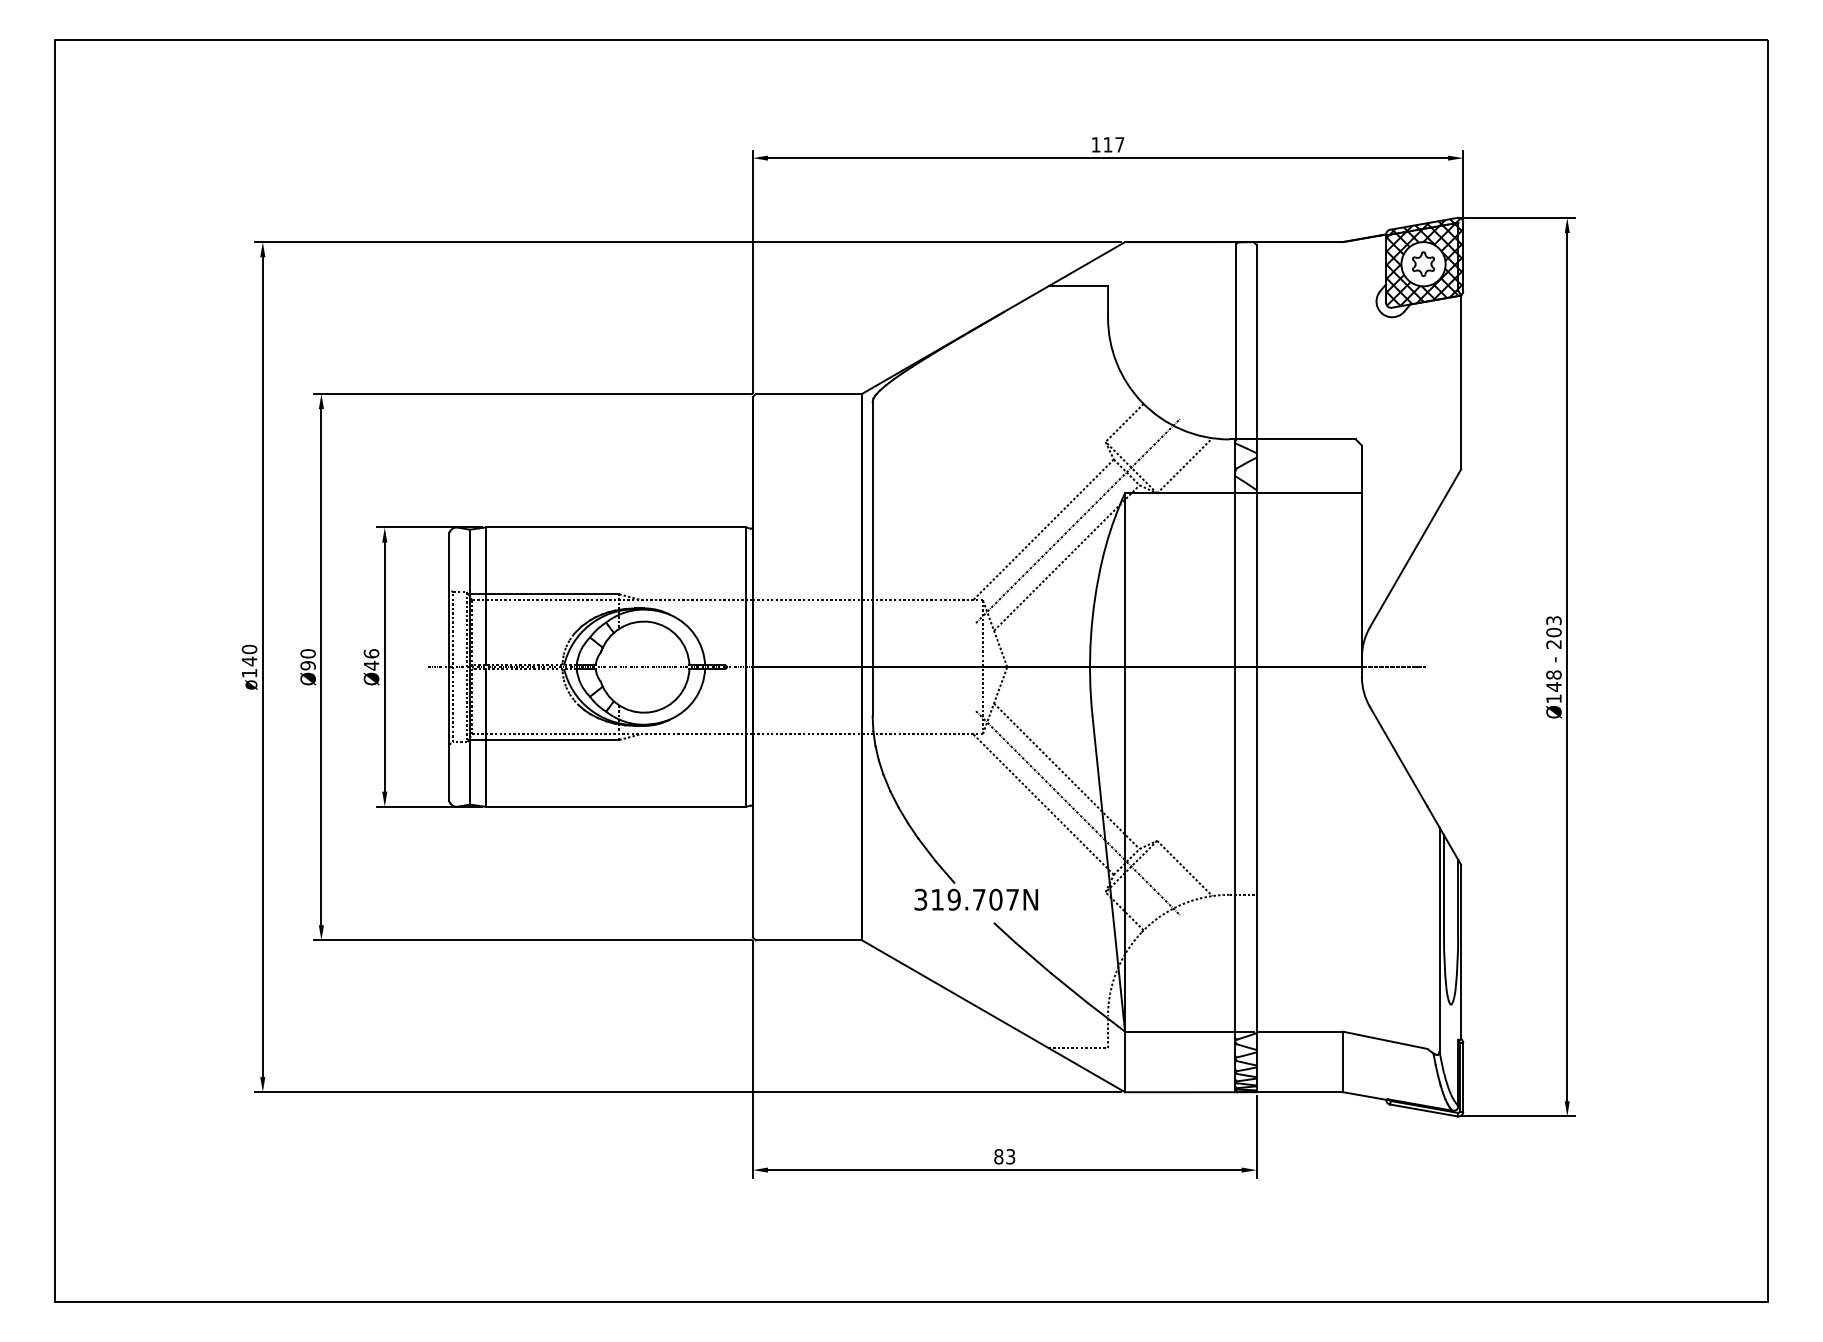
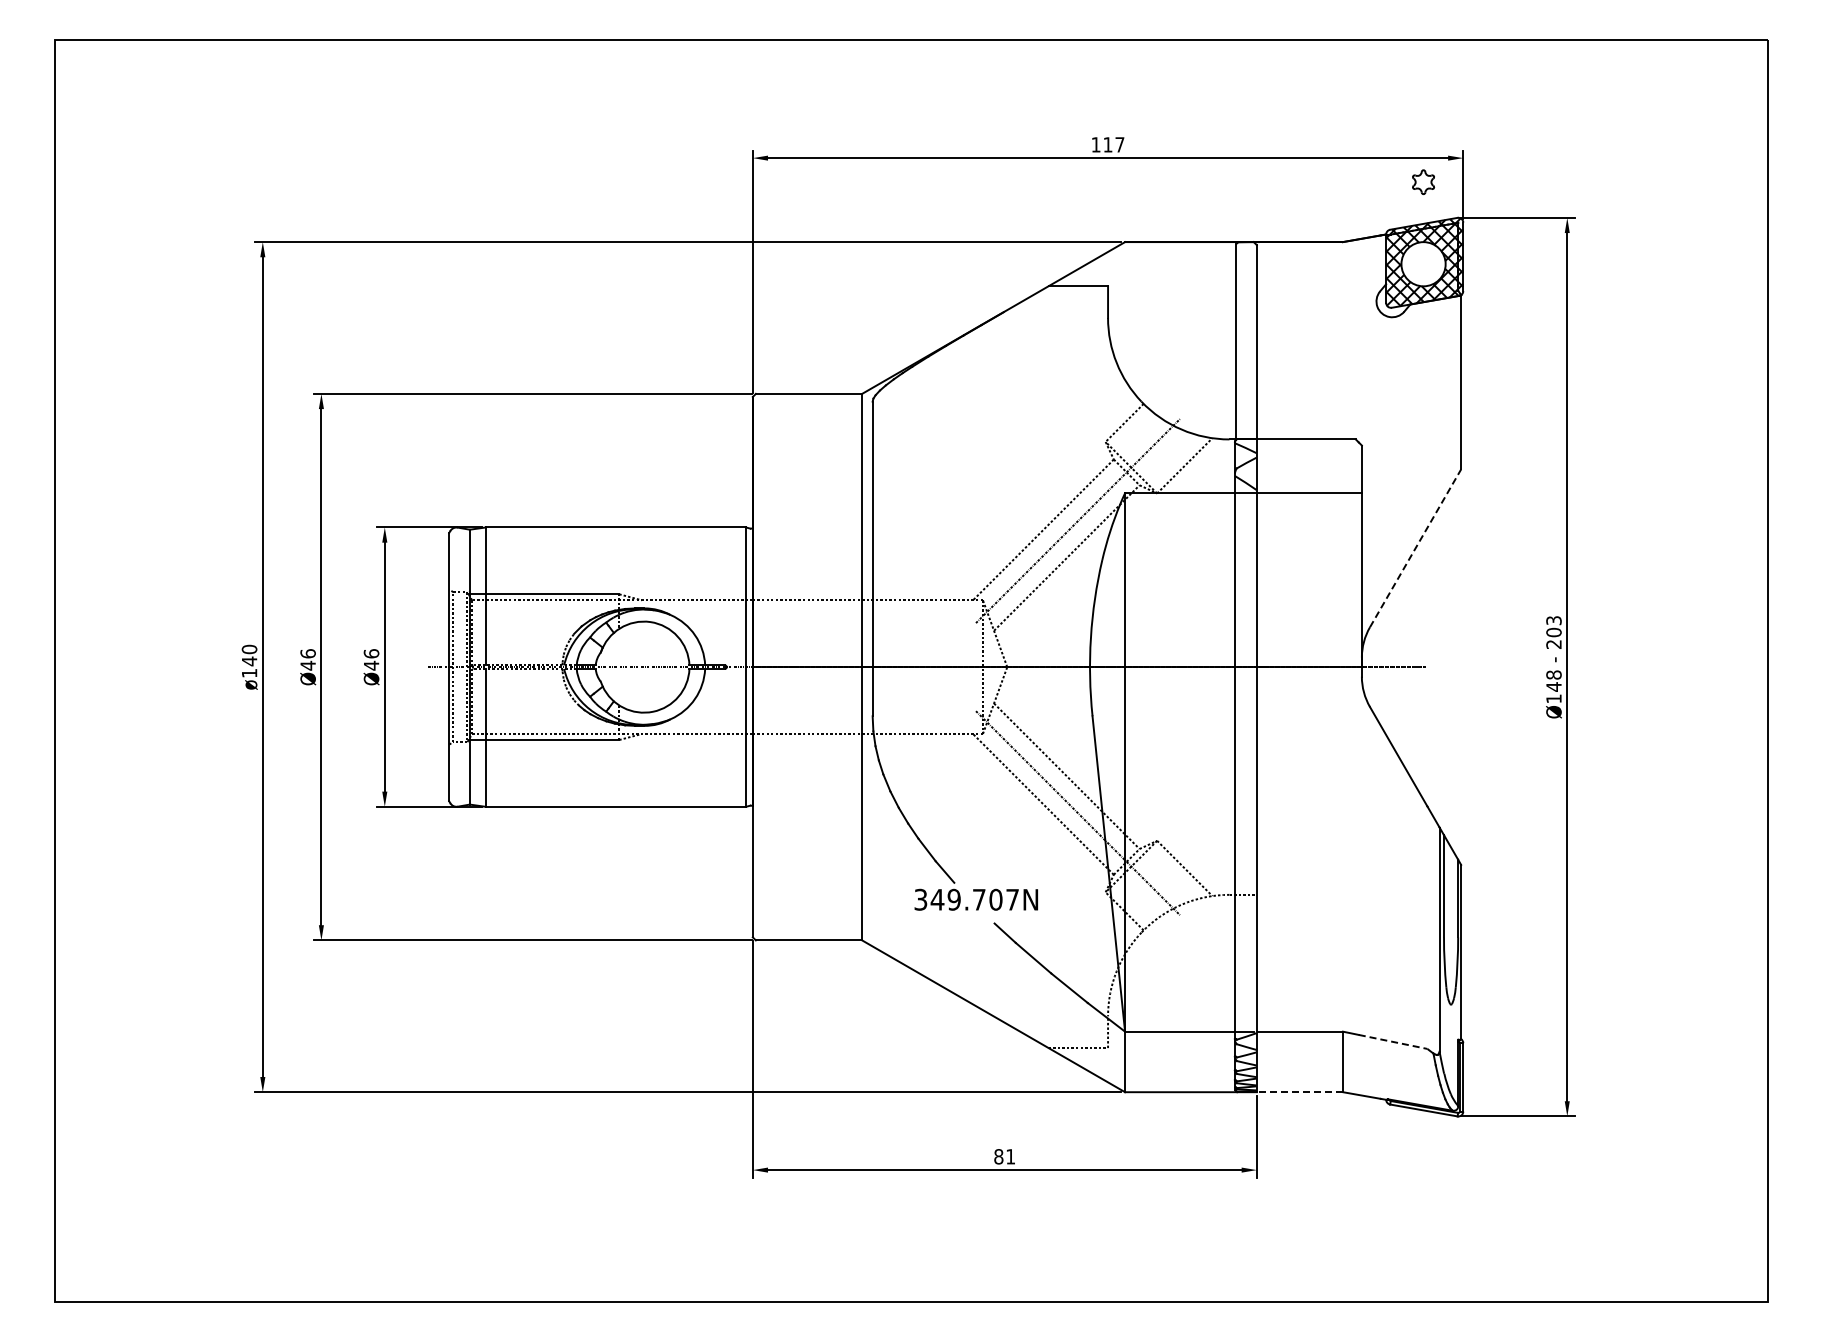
part at (1423, 264) position: (1423, 264) -> (1423, 182)
line at (1415, 547): solid -> dashed
text at (307, 659): Ø90 -> Ø46
text at (937, 899): 319.707N -> 349.707N
line at (1393, 1042): solid -> dashed
line at (1299, 1092): solid -> dashed
text at (1010, 1156): 83 -> 81
